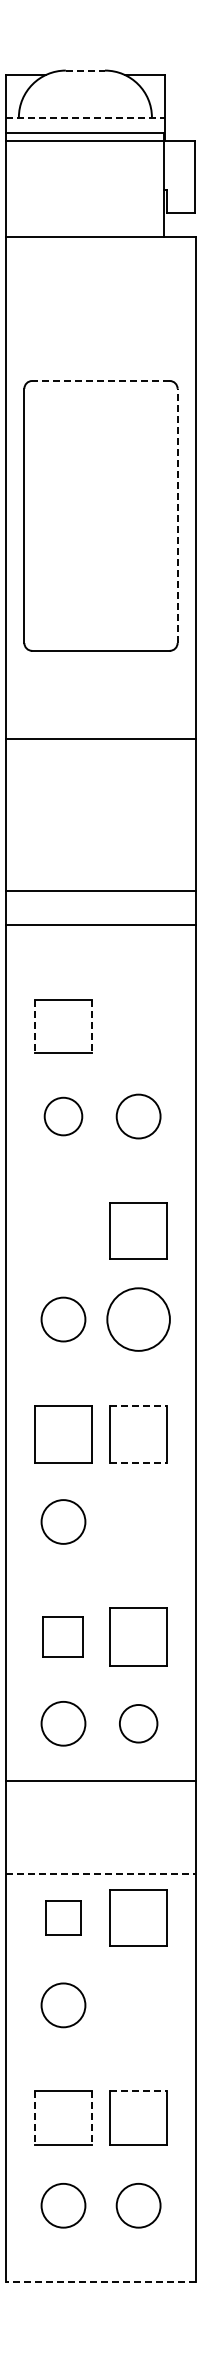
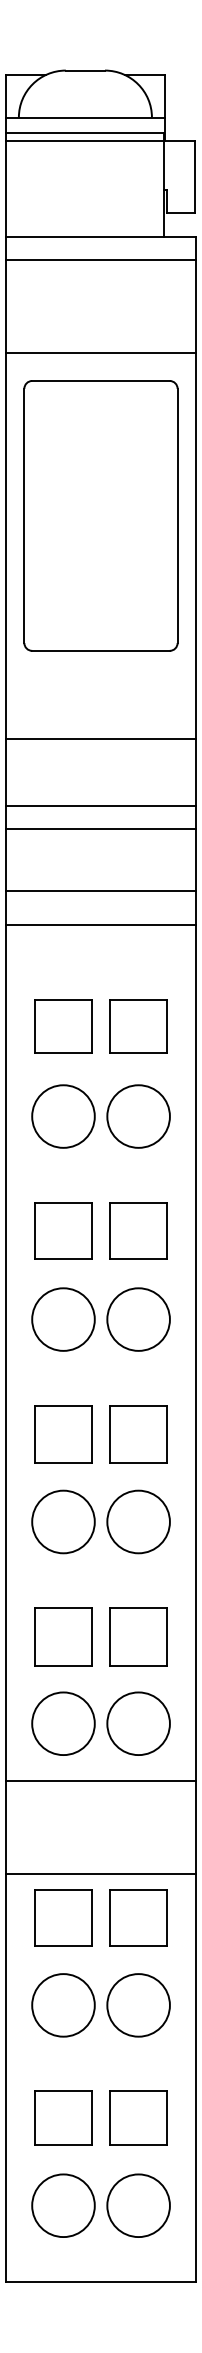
line at (85, 70): dashed -> solid
line at (85, 117): dashed -> solid
line at (100, 259): none -> present
line at (100, 353): none -> present
line at (101, 381): dashed -> solid
line at (177, 515): dashed -> solid
line at (100, 806): none -> present
line at (100, 828): none -> present
line at (34, 1026): dashed -> solid
line at (91, 1026): dashed -> solid
part at (138, 1026): none -> present
circle at (63, 1116) diameter: 38 px -> 63 px
circle at (138, 1116) diameter: 44 px -> 63 px
part at (63, 1230): none -> present
circle at (63, 1319) size: 47x47 px -> 65x65 px
line at (138, 1406): dashed -> solid
line at (138, 1463): dashed -> solid
circle at (63, 1521) diameter: 44 px -> 63 px
circle at (138, 1521): none -> present
part at (62, 1636) size: 42x42 px -> 59x60 px
circle at (63, 1723) diameter: 44 px -> 63 px
circle at (138, 1723) diameter: 38 px -> 63 px
line at (101, 1873): dashed -> solid
part at (63, 1917) size: 37x36 px -> 59x58 px
circle at (63, 2005) diameter: 44 px -> 63 px
circle at (138, 2005): none -> present
line at (138, 2091): dashed -> solid
line at (34, 2117): dashed -> solid
line at (91, 2117): dashed -> solid
circle at (63, 2205) diameter: 44 px -> 63 px
circle at (138, 2205) diameter: 44 px -> 63 px
line at (100, 2282): dashed -> solid
